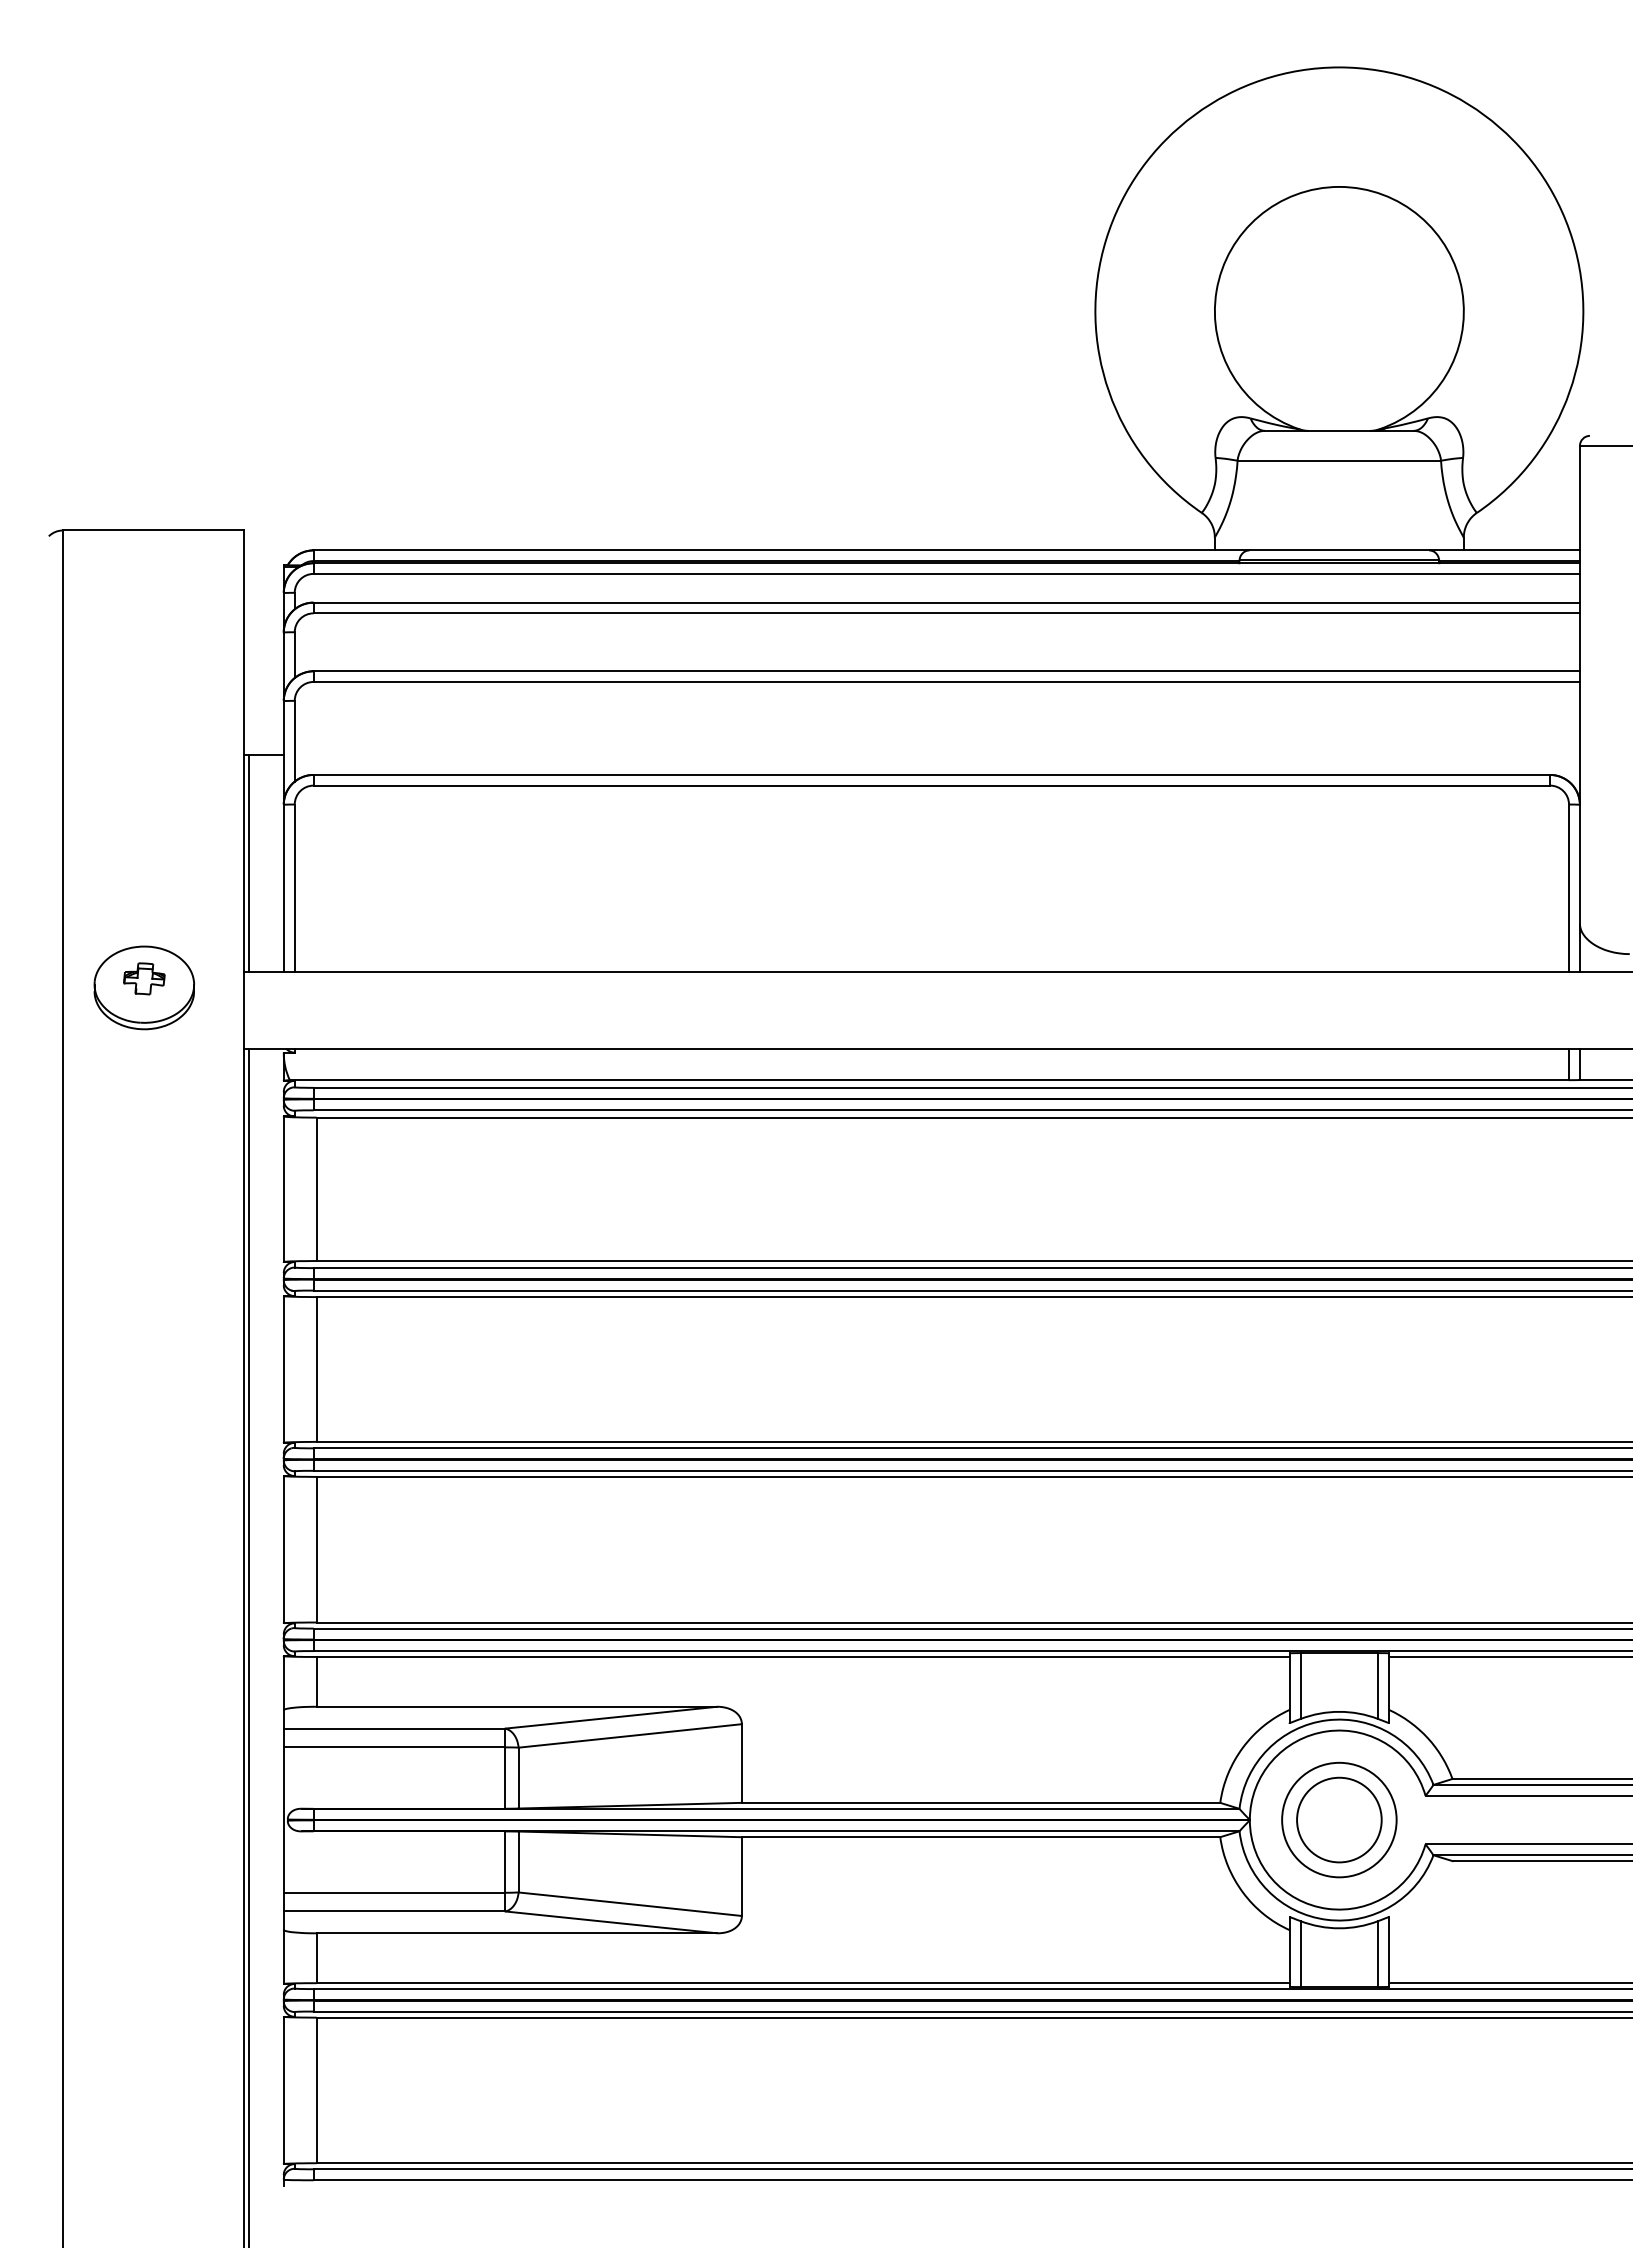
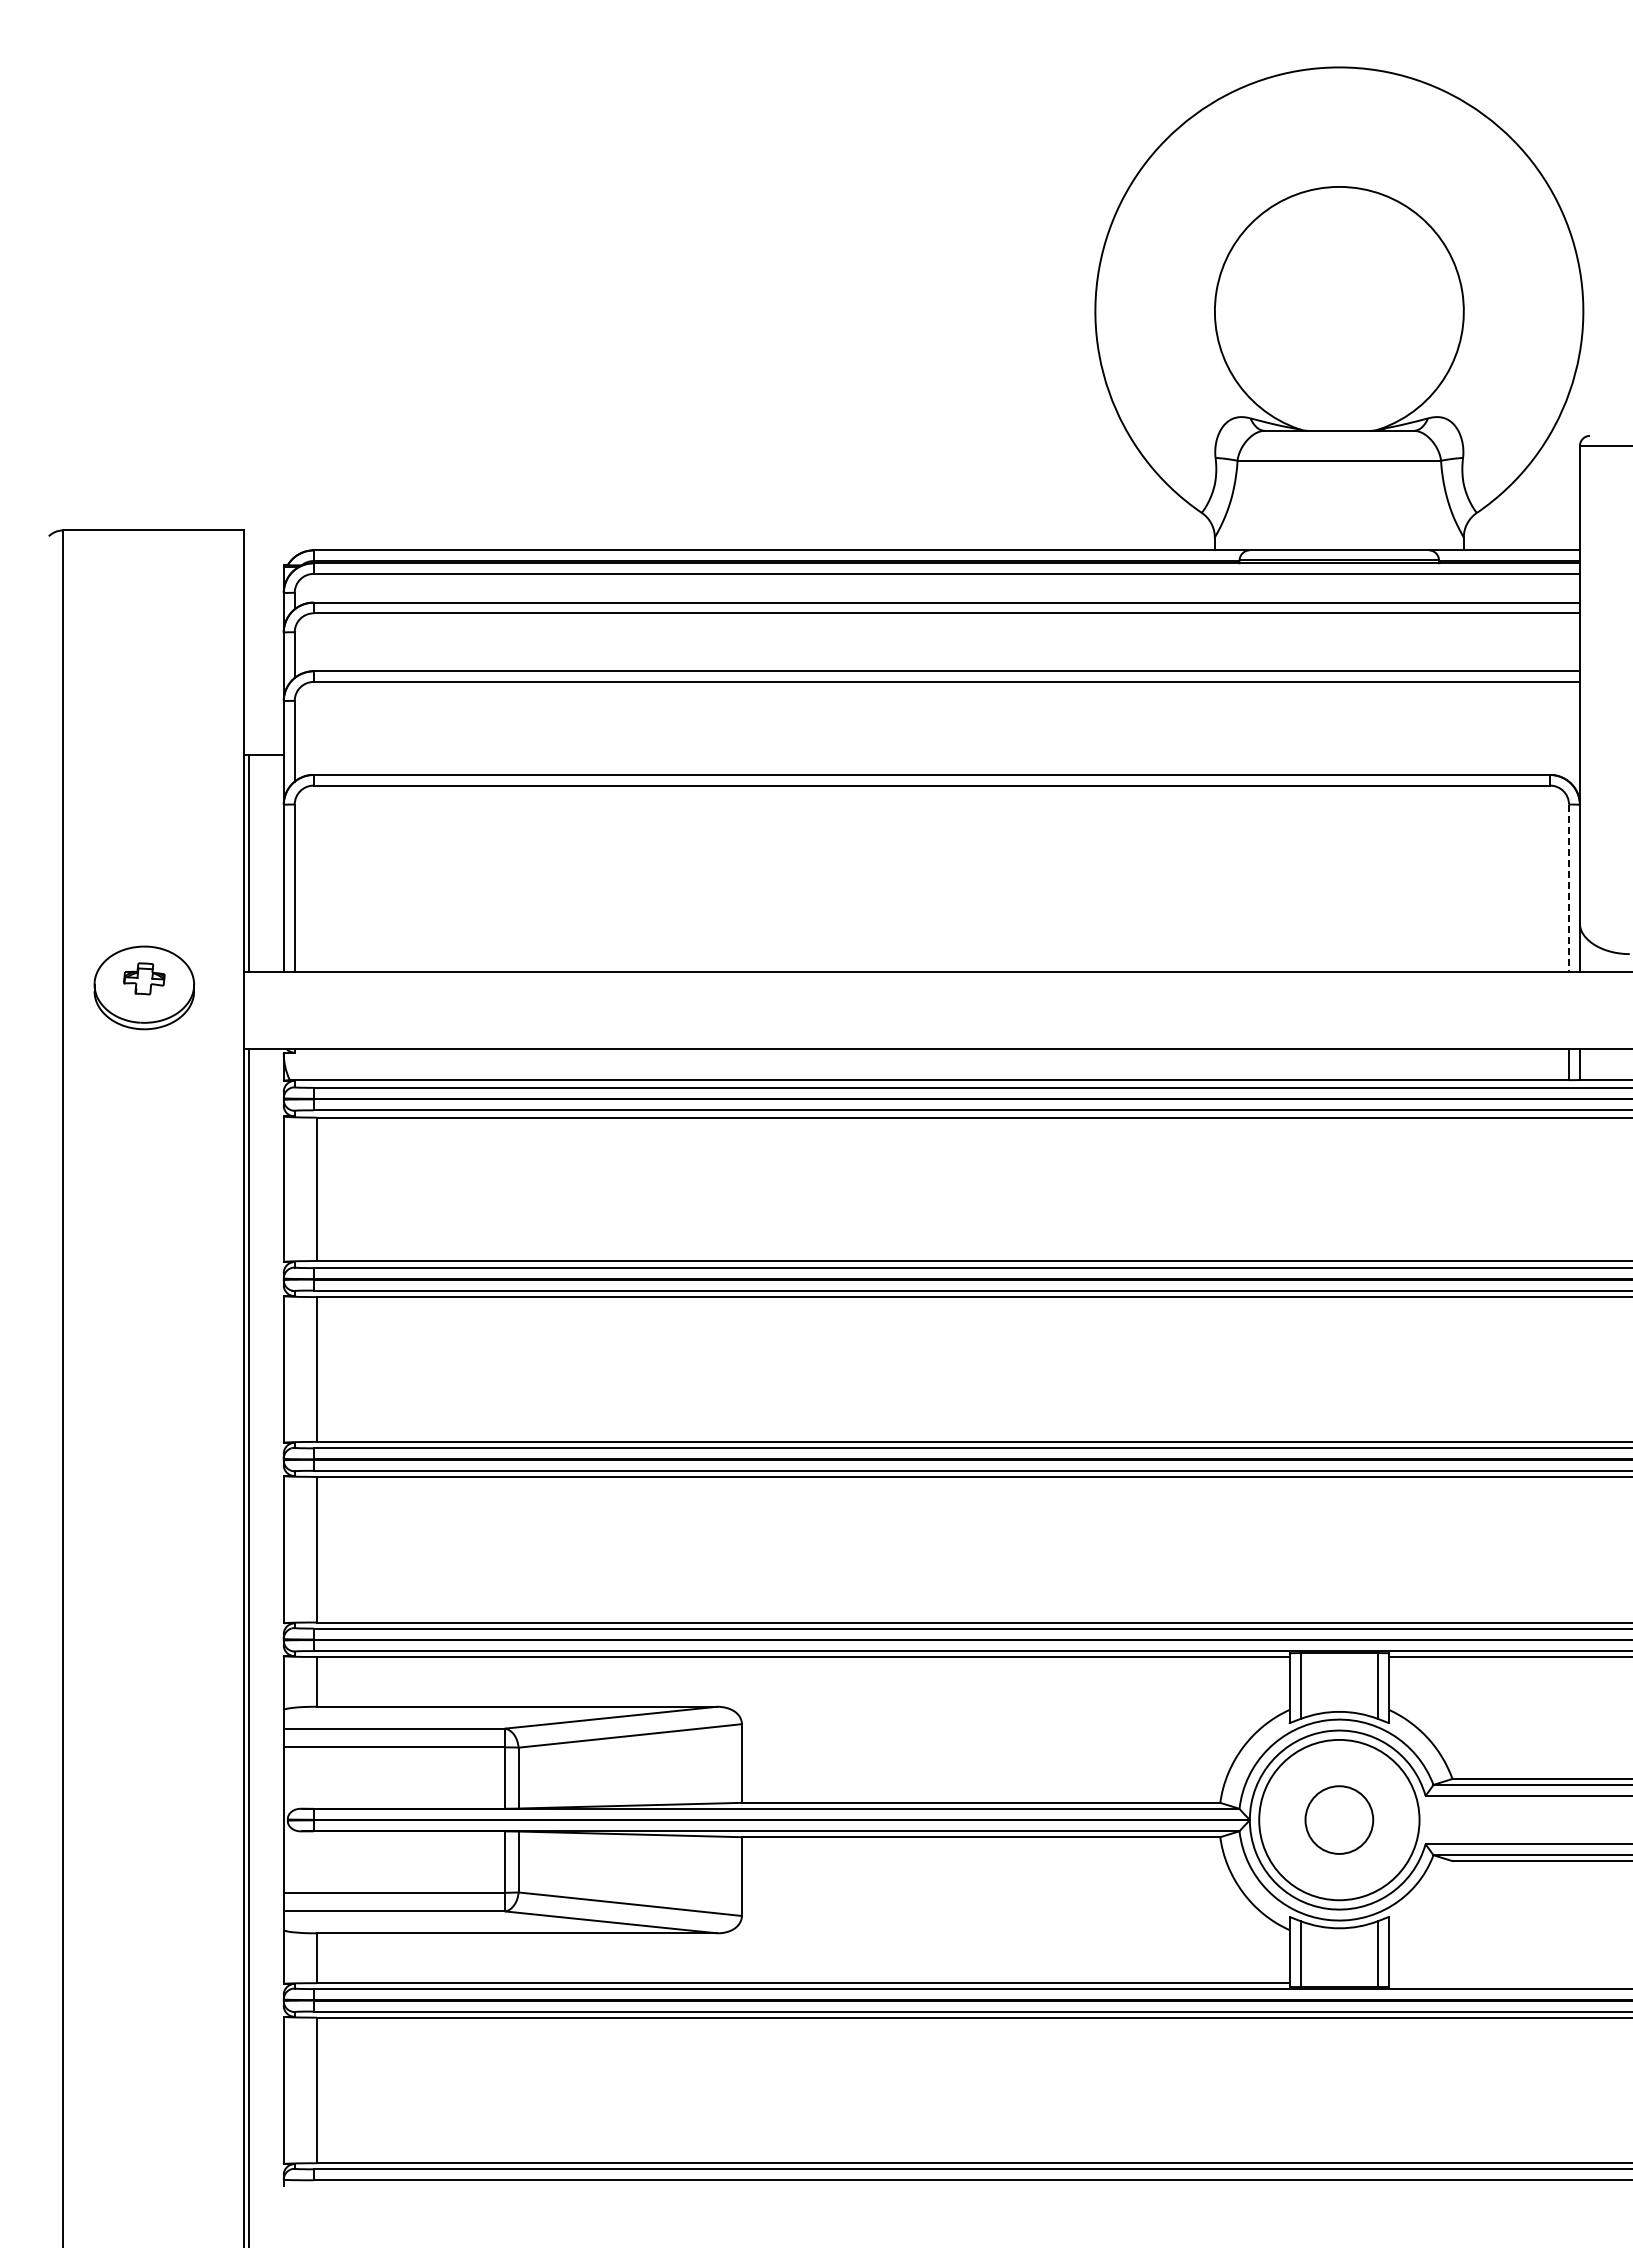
line at (1569, 888): solid -> dashed
circle at (1339, 1819) diameter: 115 px -> 160 px
circle at (1339, 1819) diameter: 85 px -> 68 px
line at (1509, 1983): present -> none
